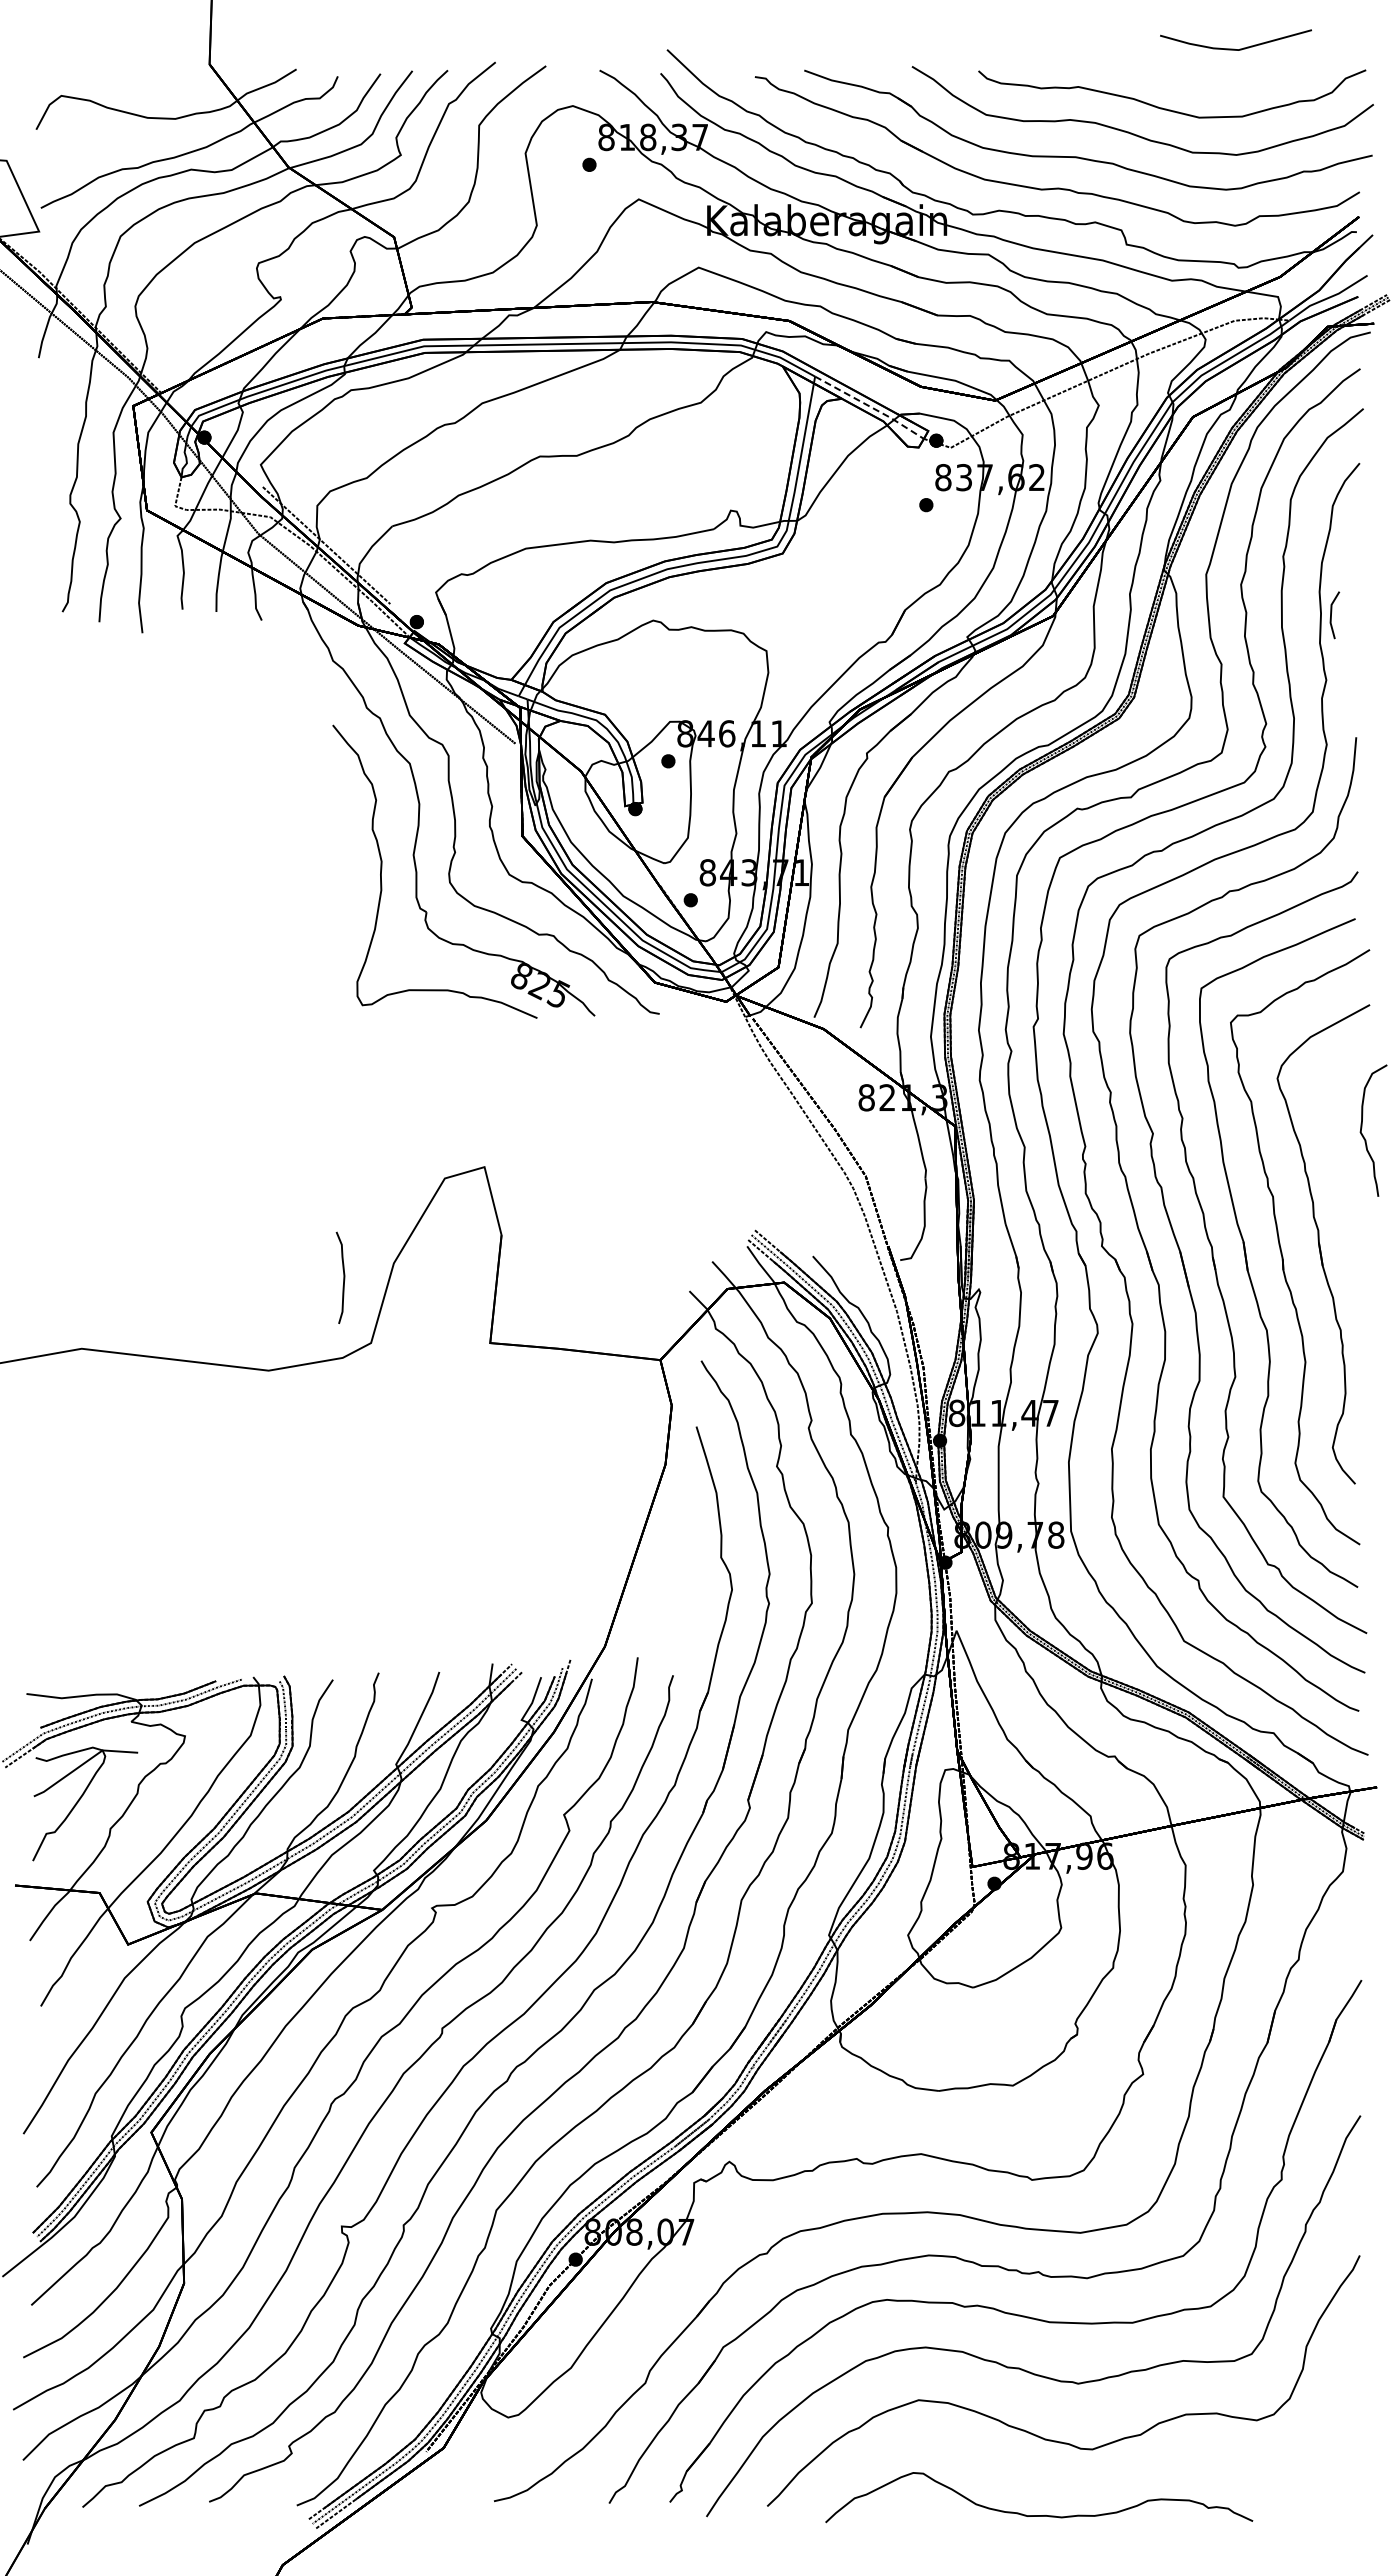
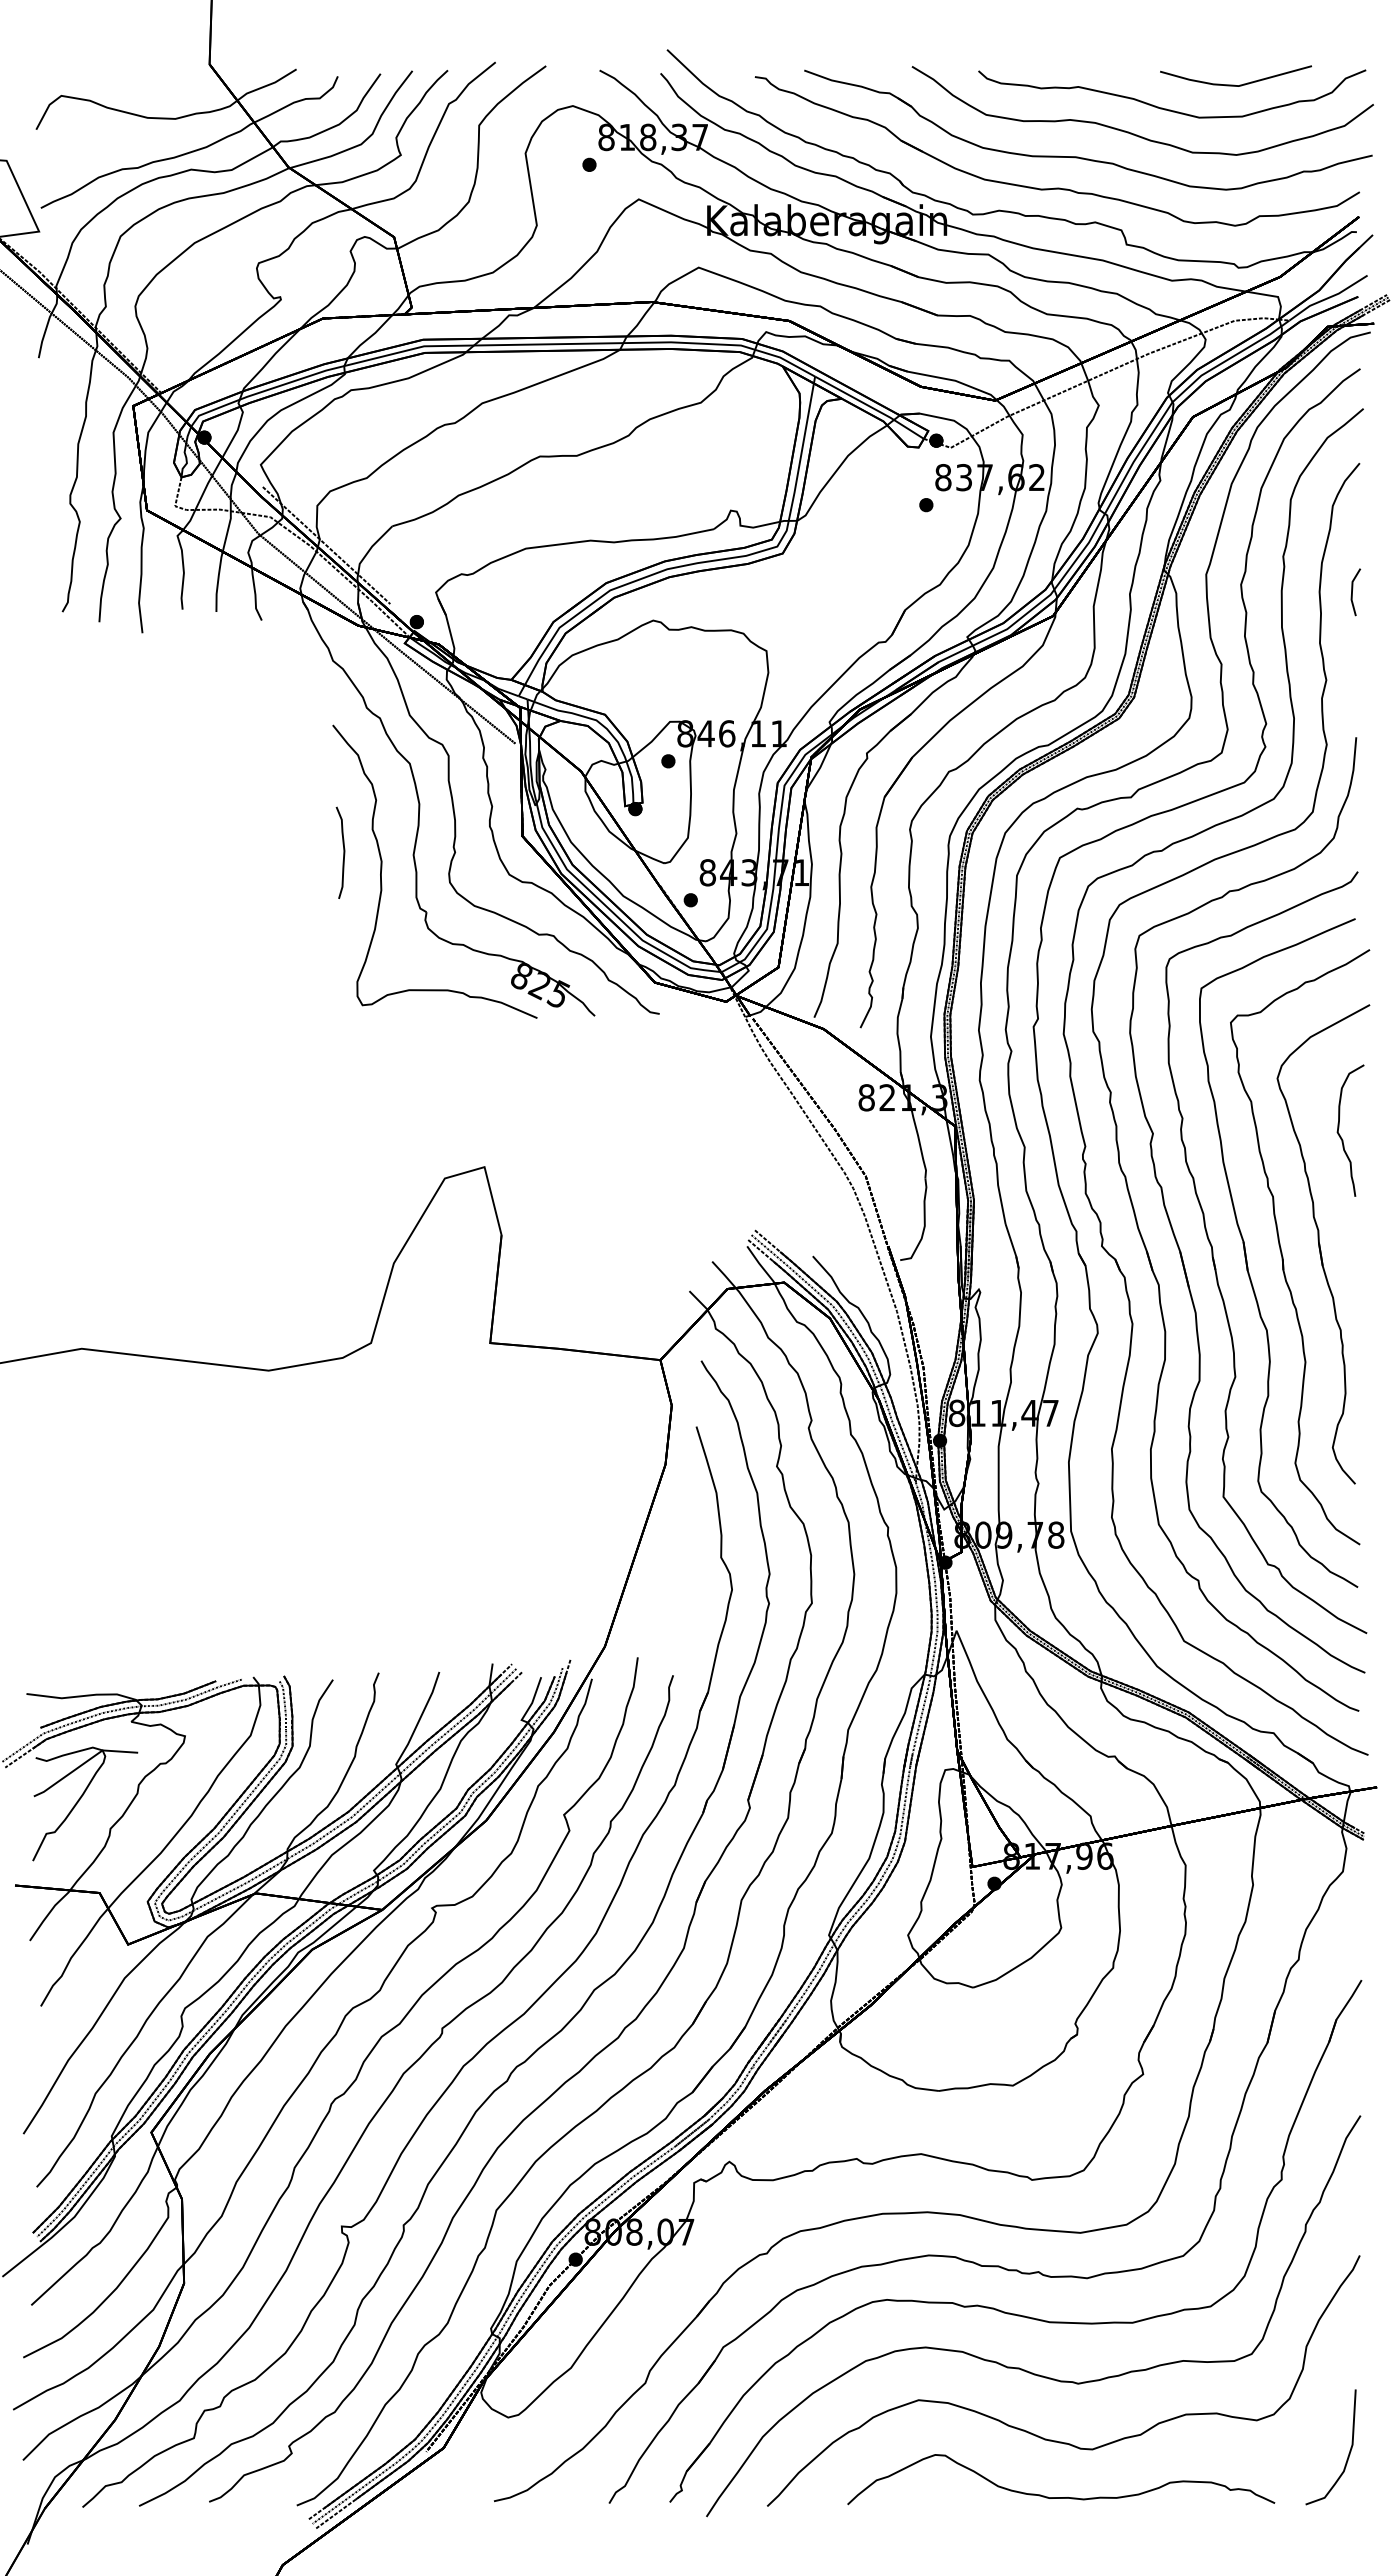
line at (1234, 48) position: (1234, 48) -> (1234, 84)
line at (870, 406): dashed -> solid
line at (1331, 615) position: (1331, 615) -> (1352, 592)
part at (1364, 1136) position: (1364, 1136) -> (1341, 1136)
curve at (343, 1277) position: (343, 1277) -> (343, 852)
curve at (1348, 2453): none -> present
curve at (1039, 2515) position: (1039, 2515) -> (1061, 2497)
